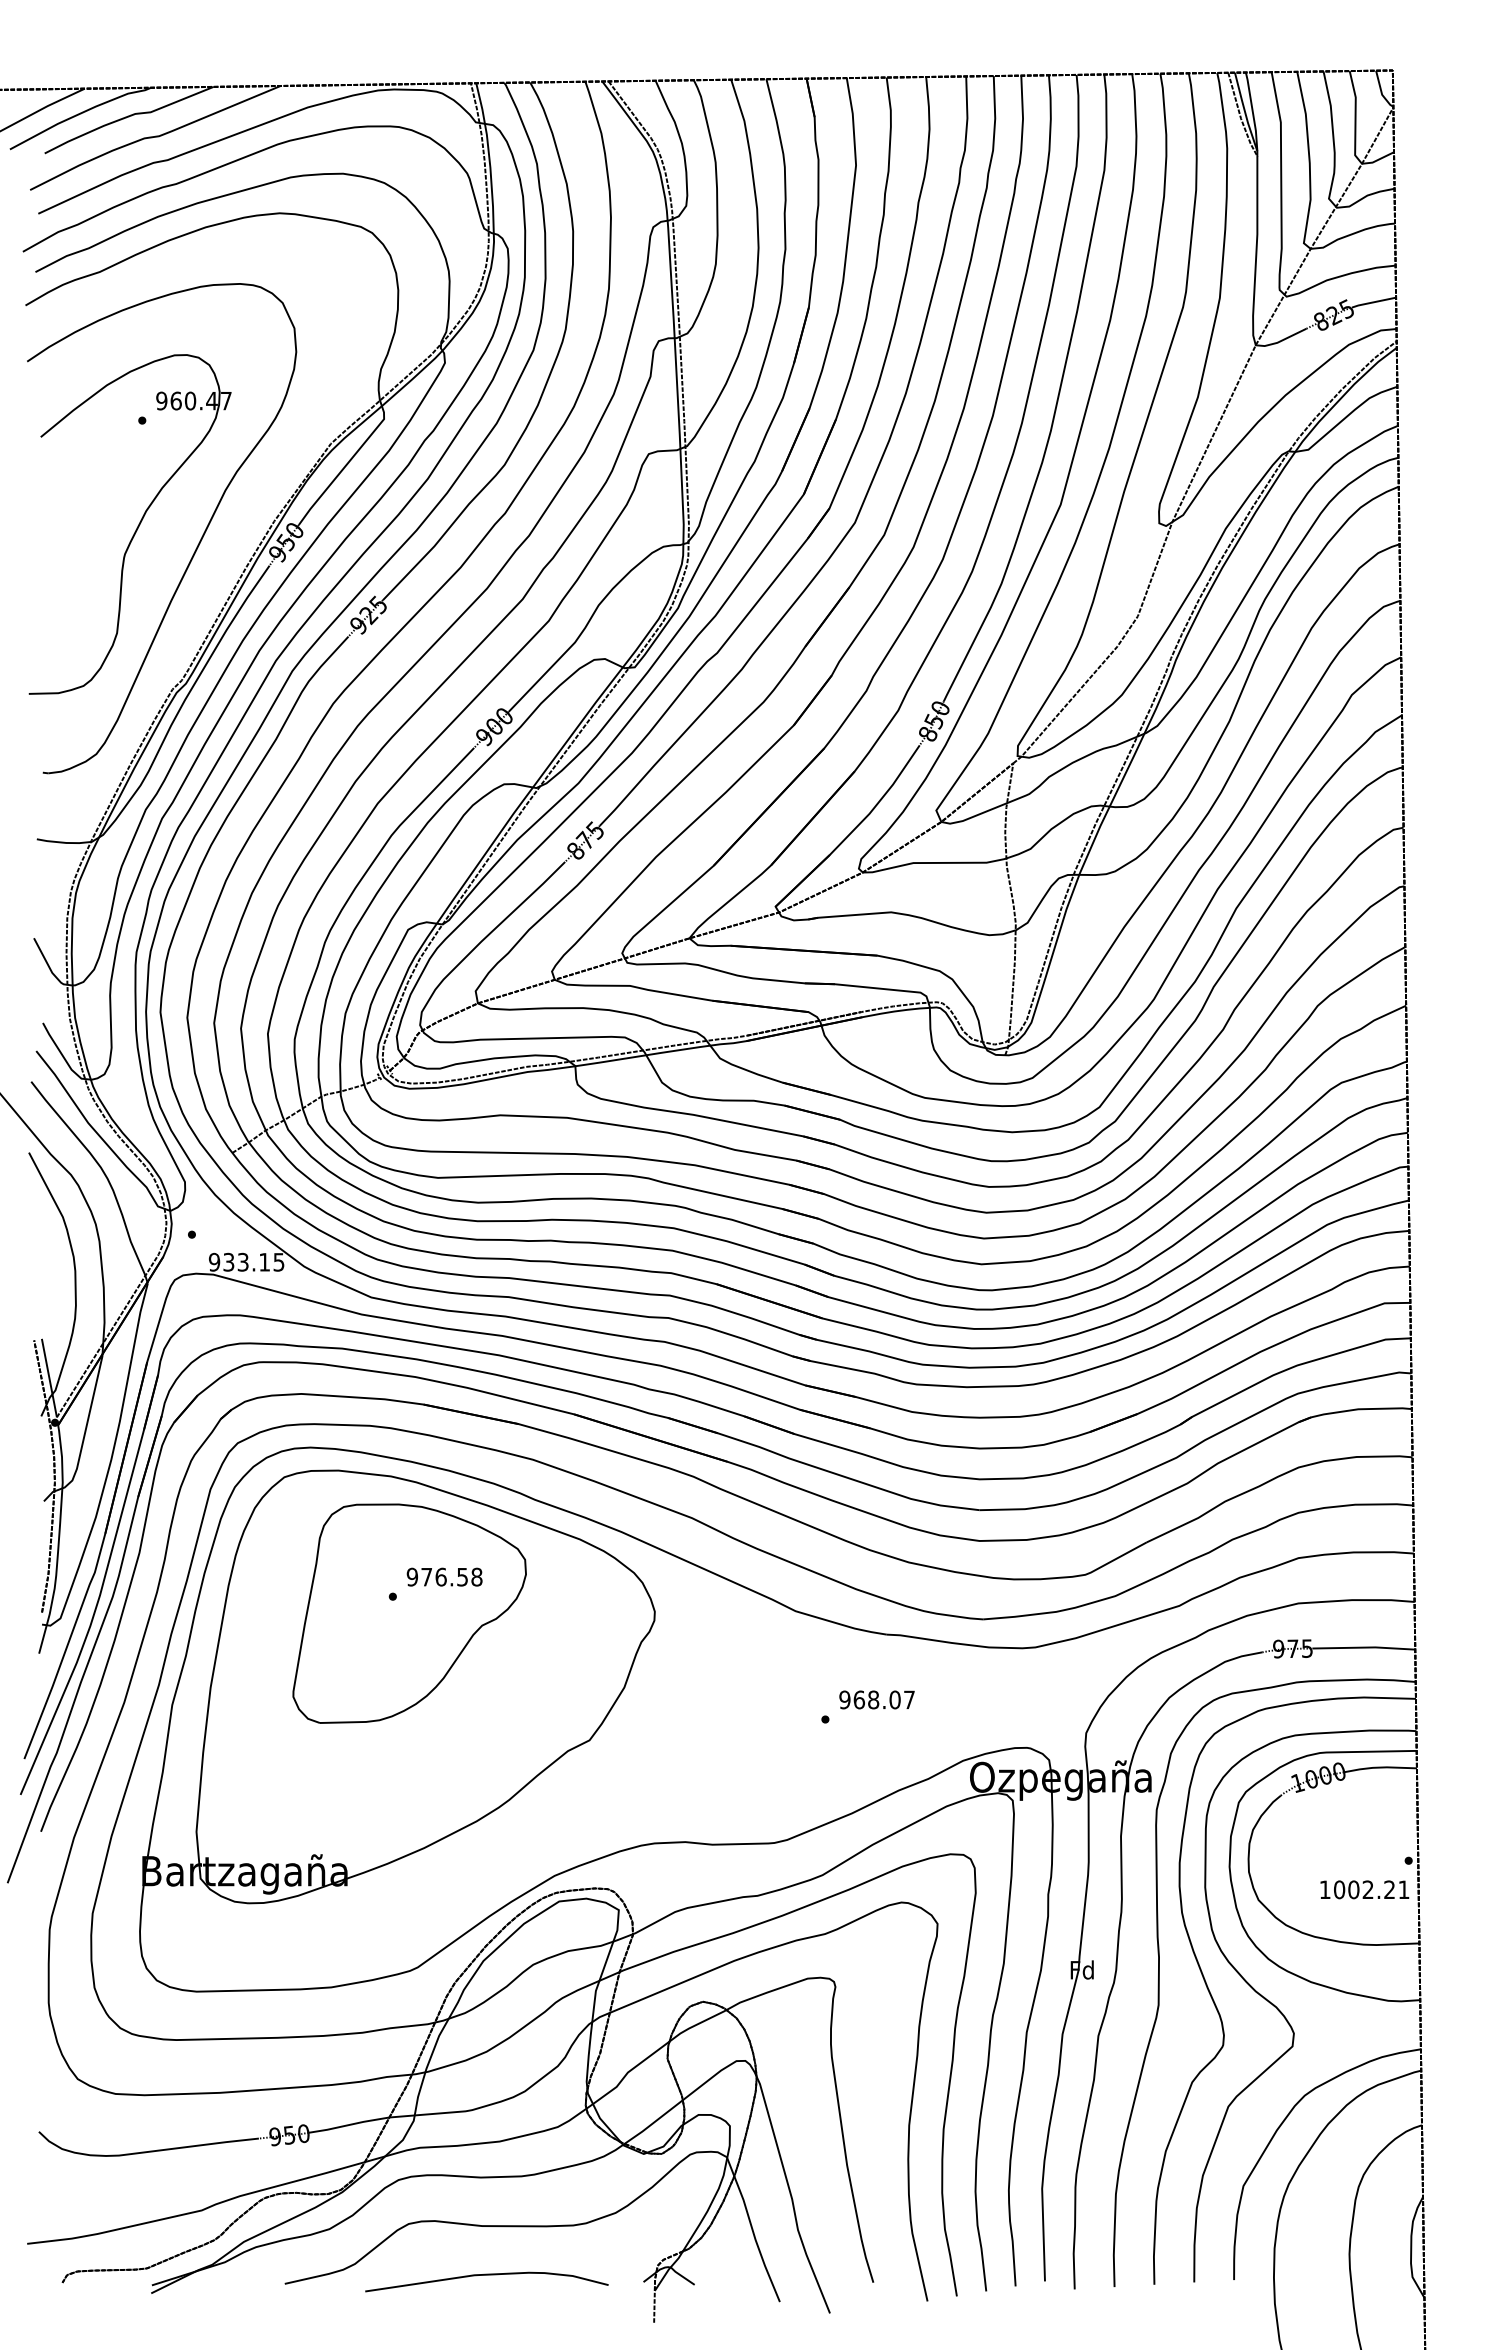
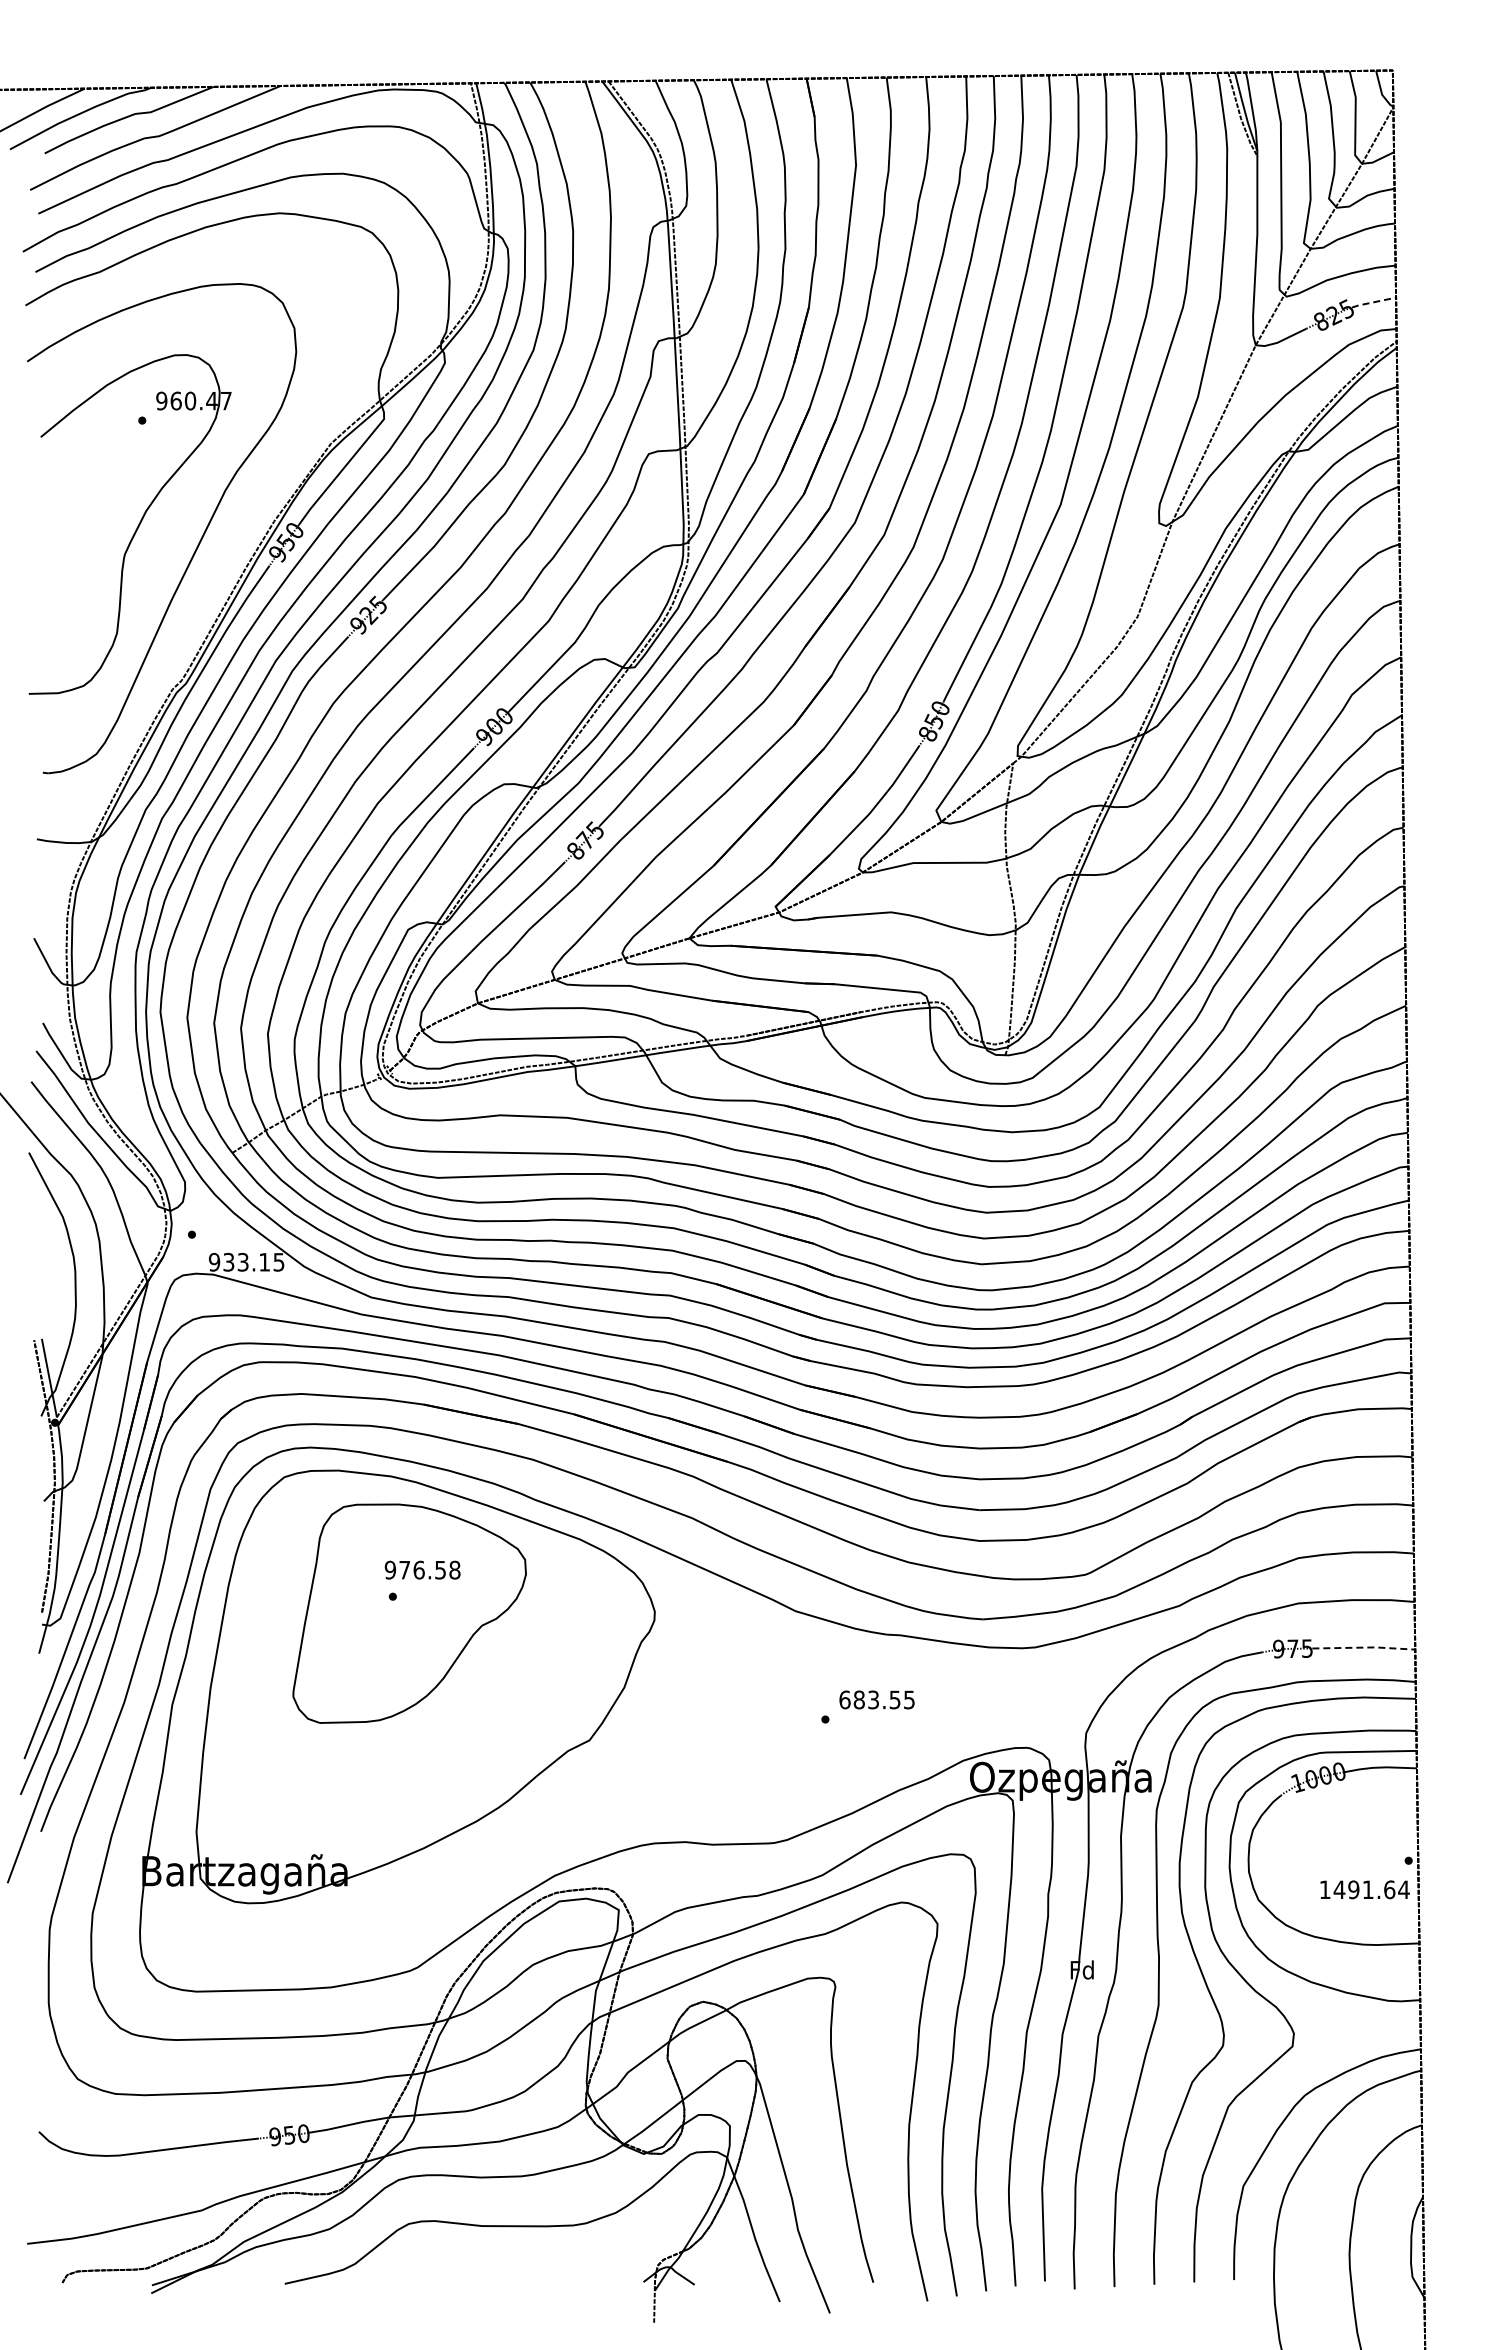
line at (1373, 302): solid -> dashed
text at (444, 1576) position: (444, 1576) -> (422, 1569)
line at (1364, 1647): solid -> dashed
text at (876, 1699): 968.07 -> 683.55
text at (1371, 1889): 1002.21 -> 1491.64
curve at (486, 2275): present -> none
